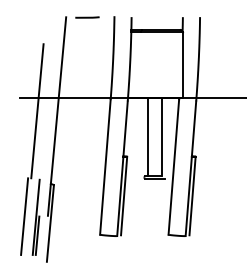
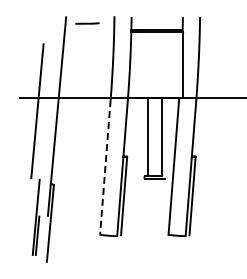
line at (87, 17) position: (87, 17) -> (87, 23)
line at (105, 167): solid -> dashed
line at (24, 216): present -> none
